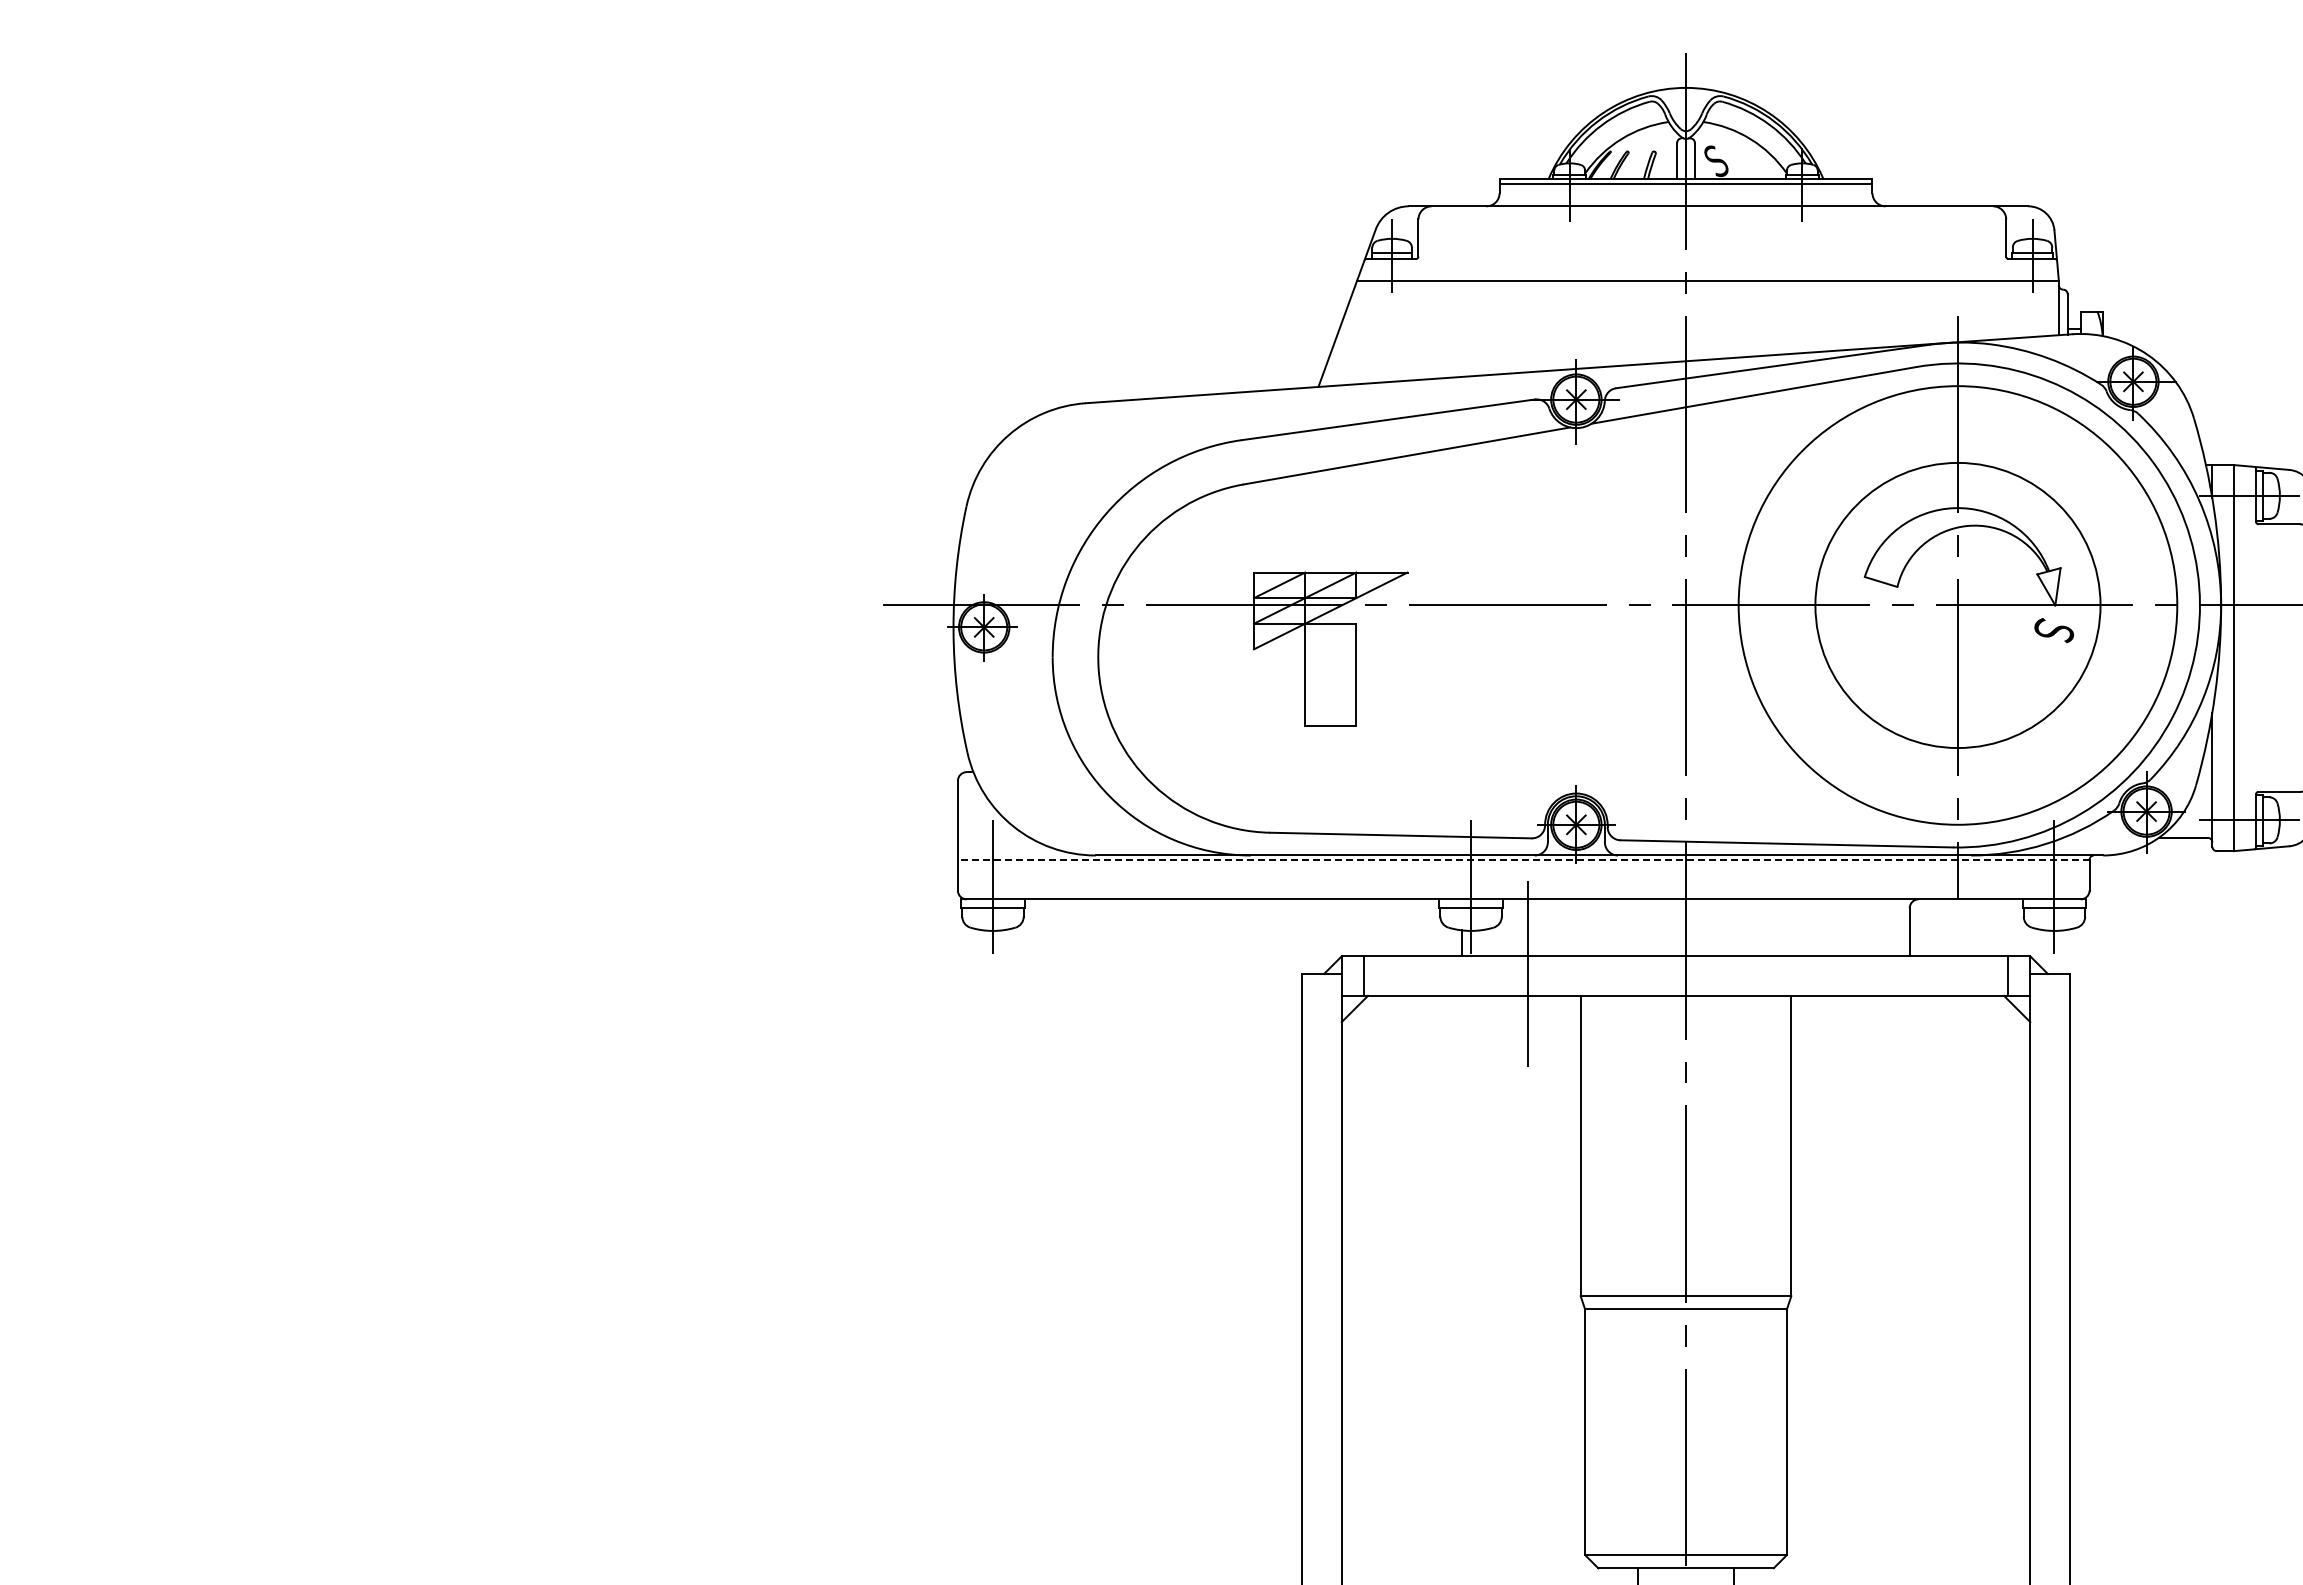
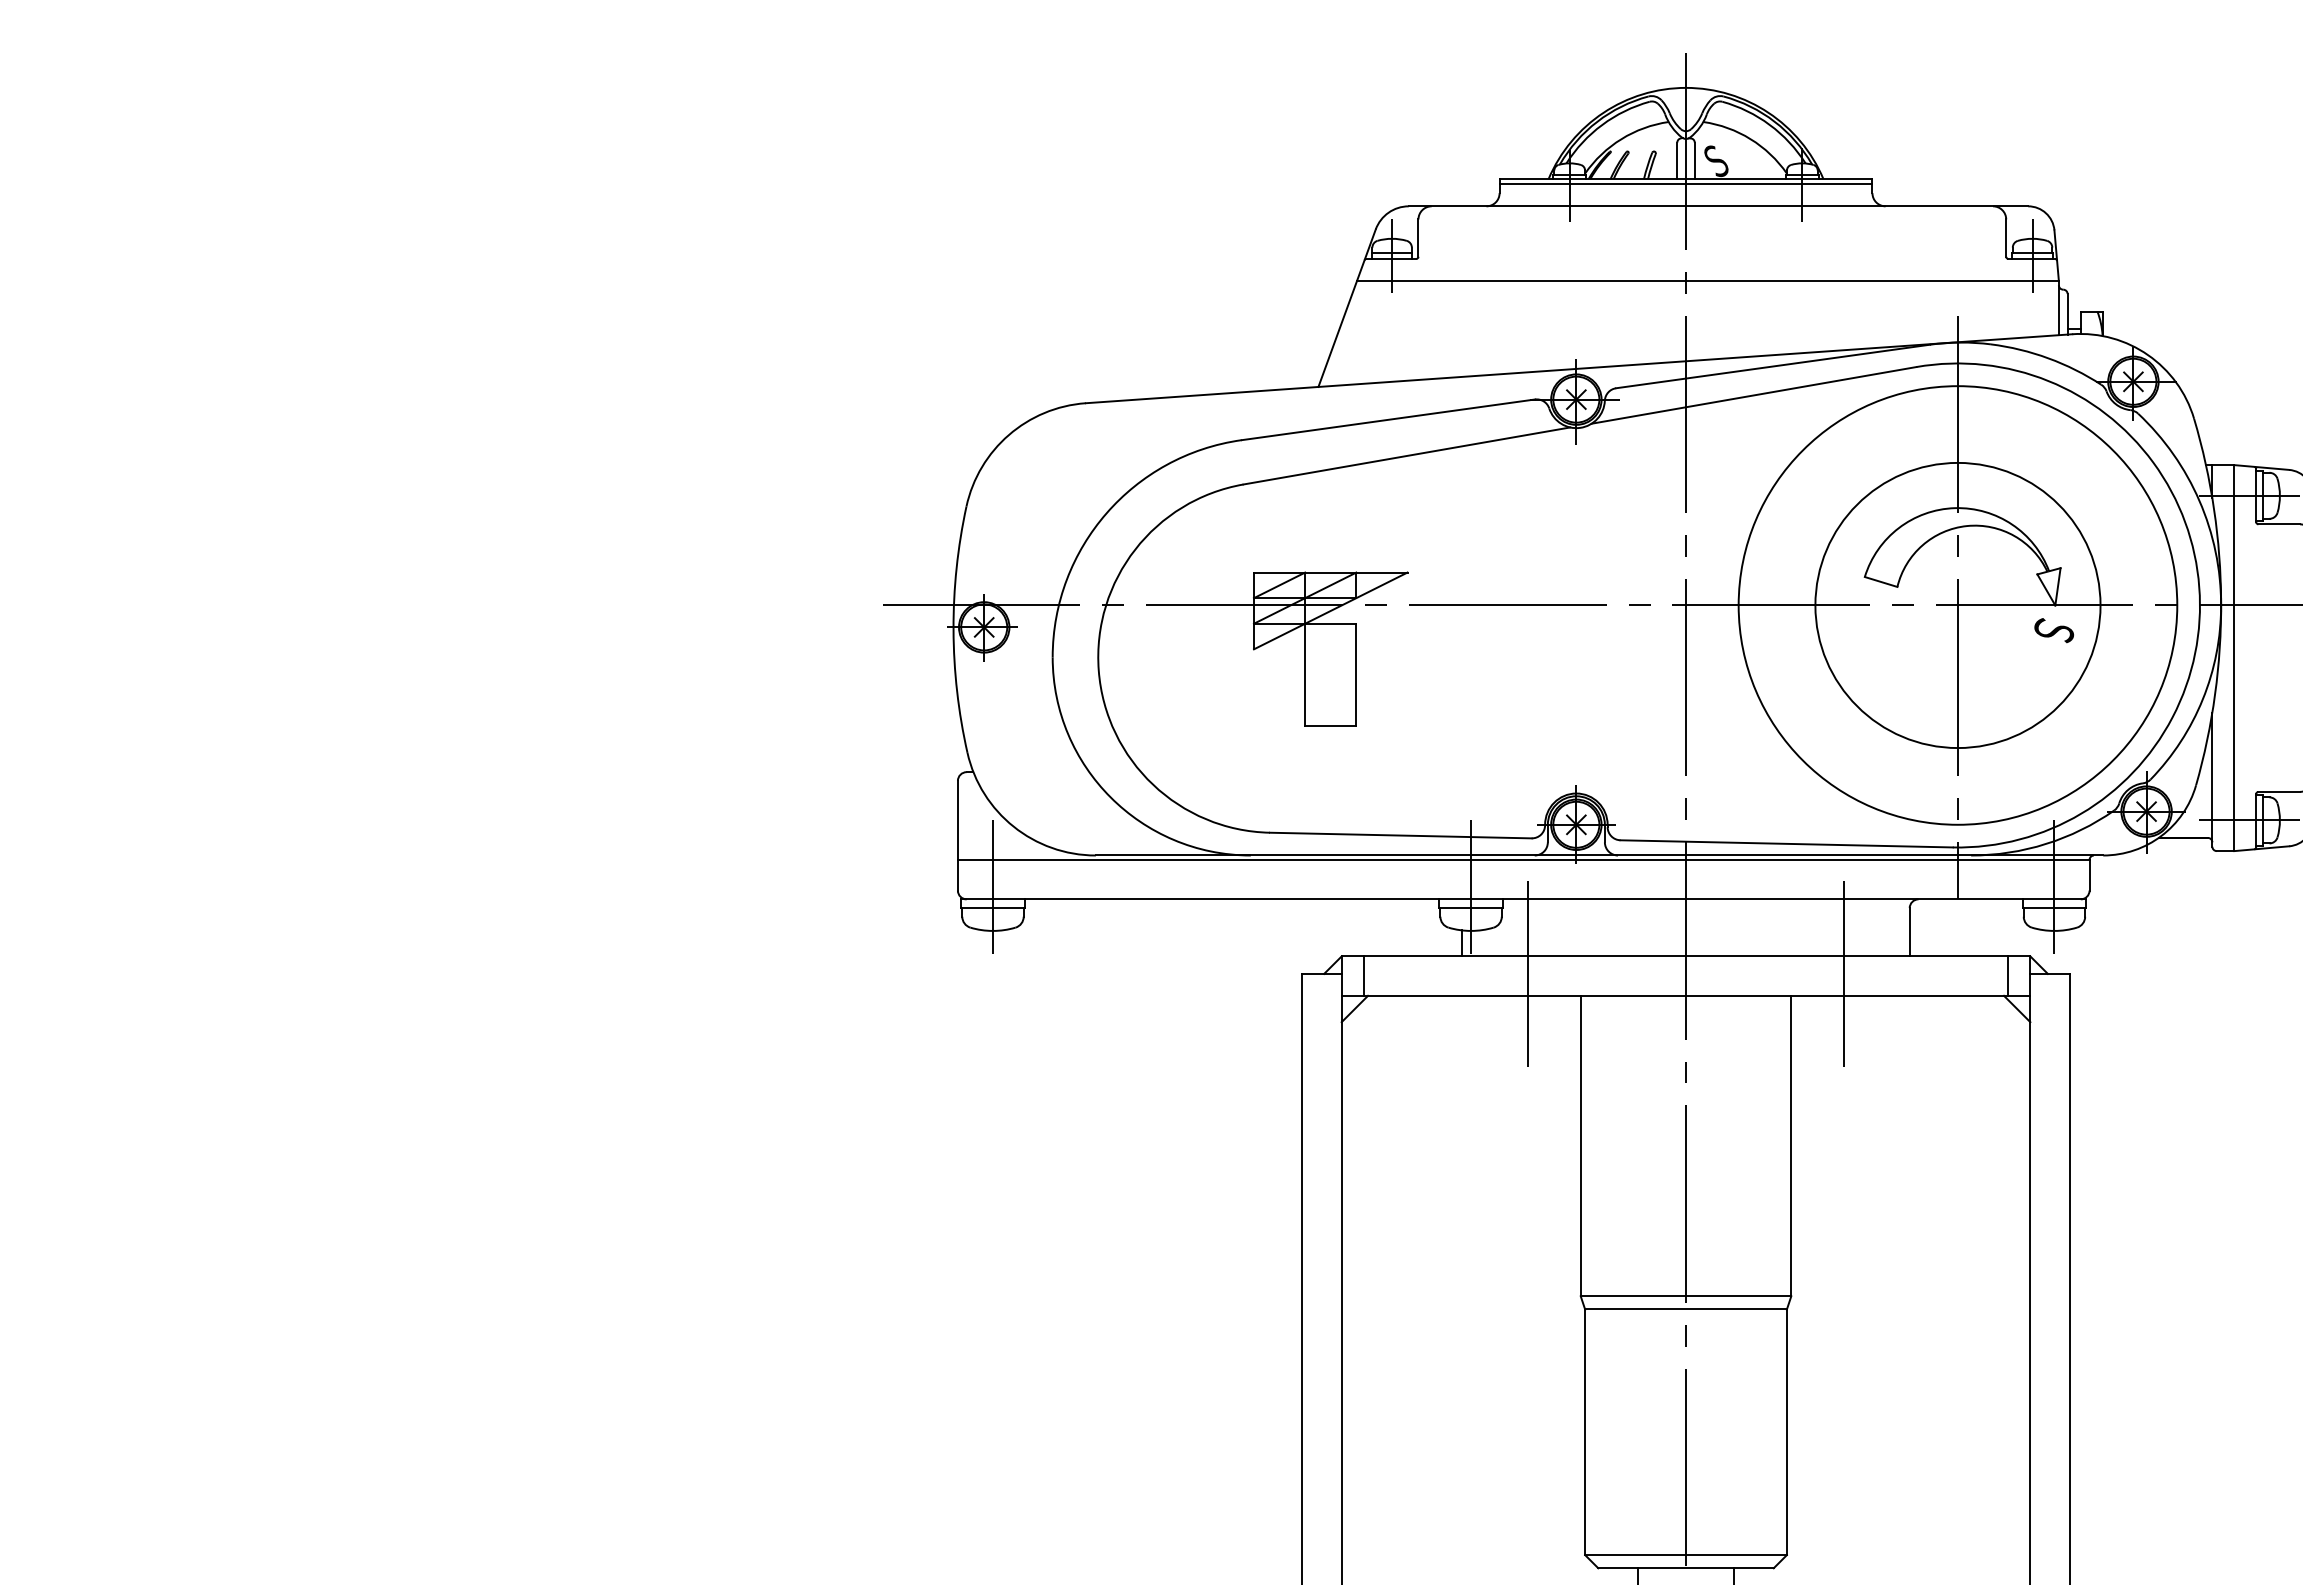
line at (1523, 859): dashed -> solid
line at (1844, 973): none -> present
